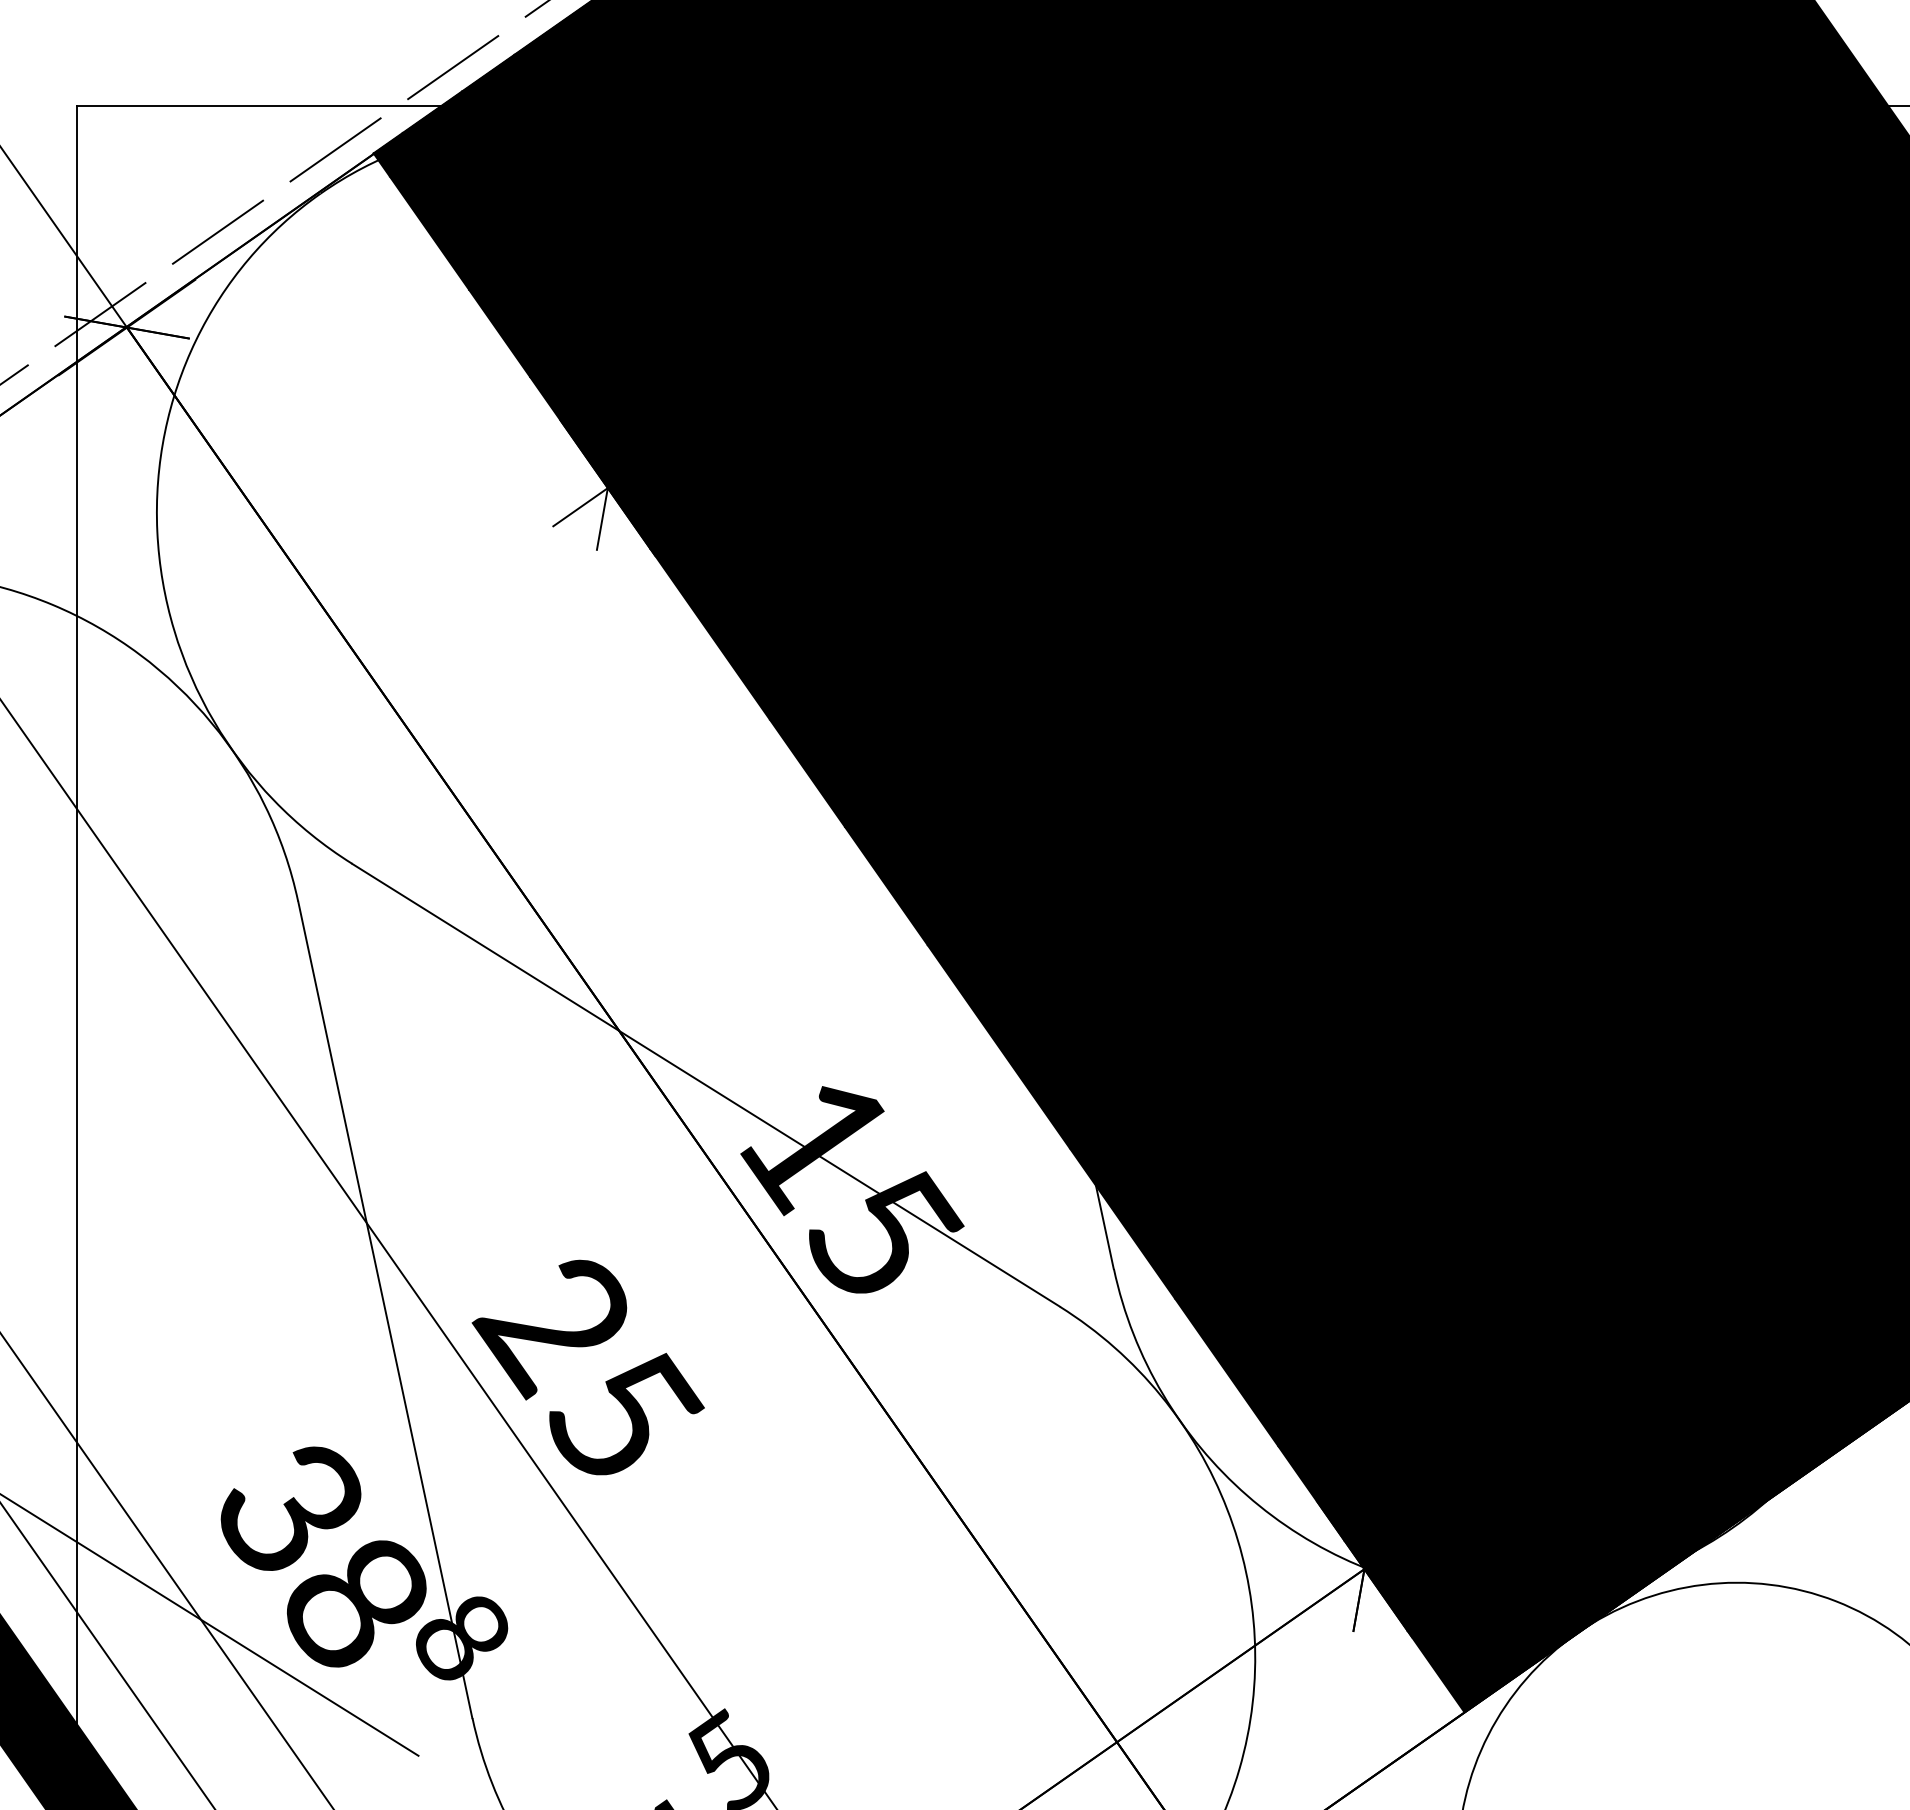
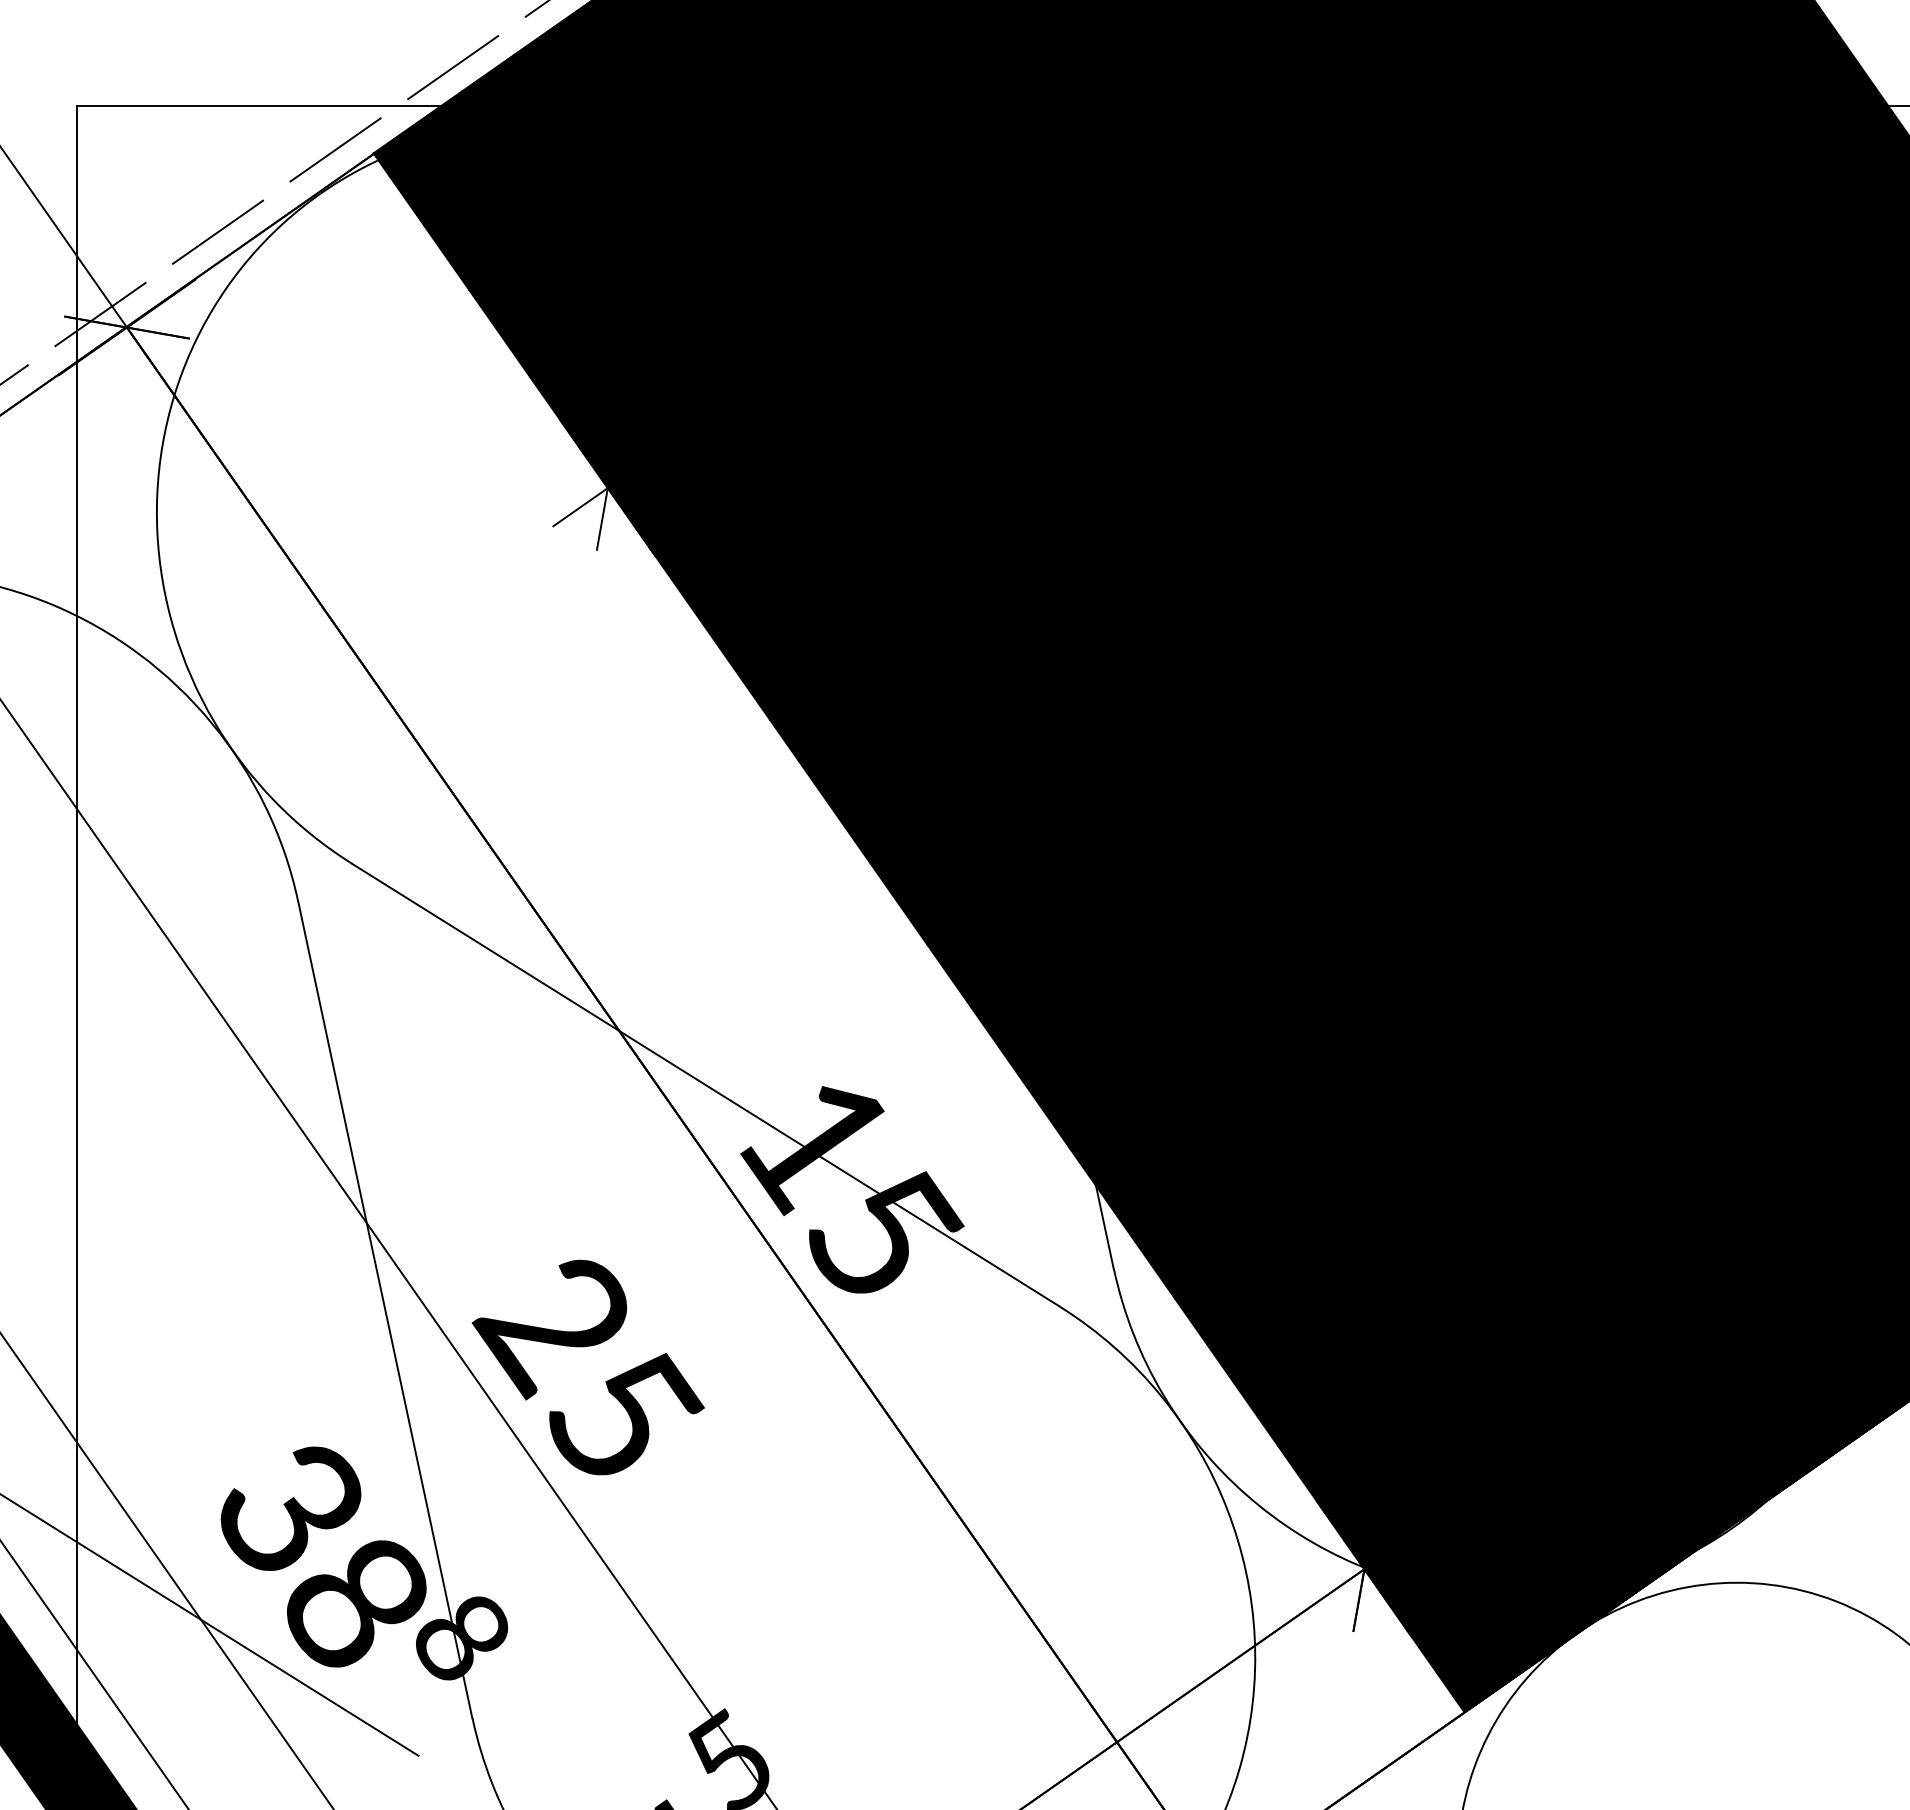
line at (107, 1655) position: (107, 1655) -> (94, 1674)
